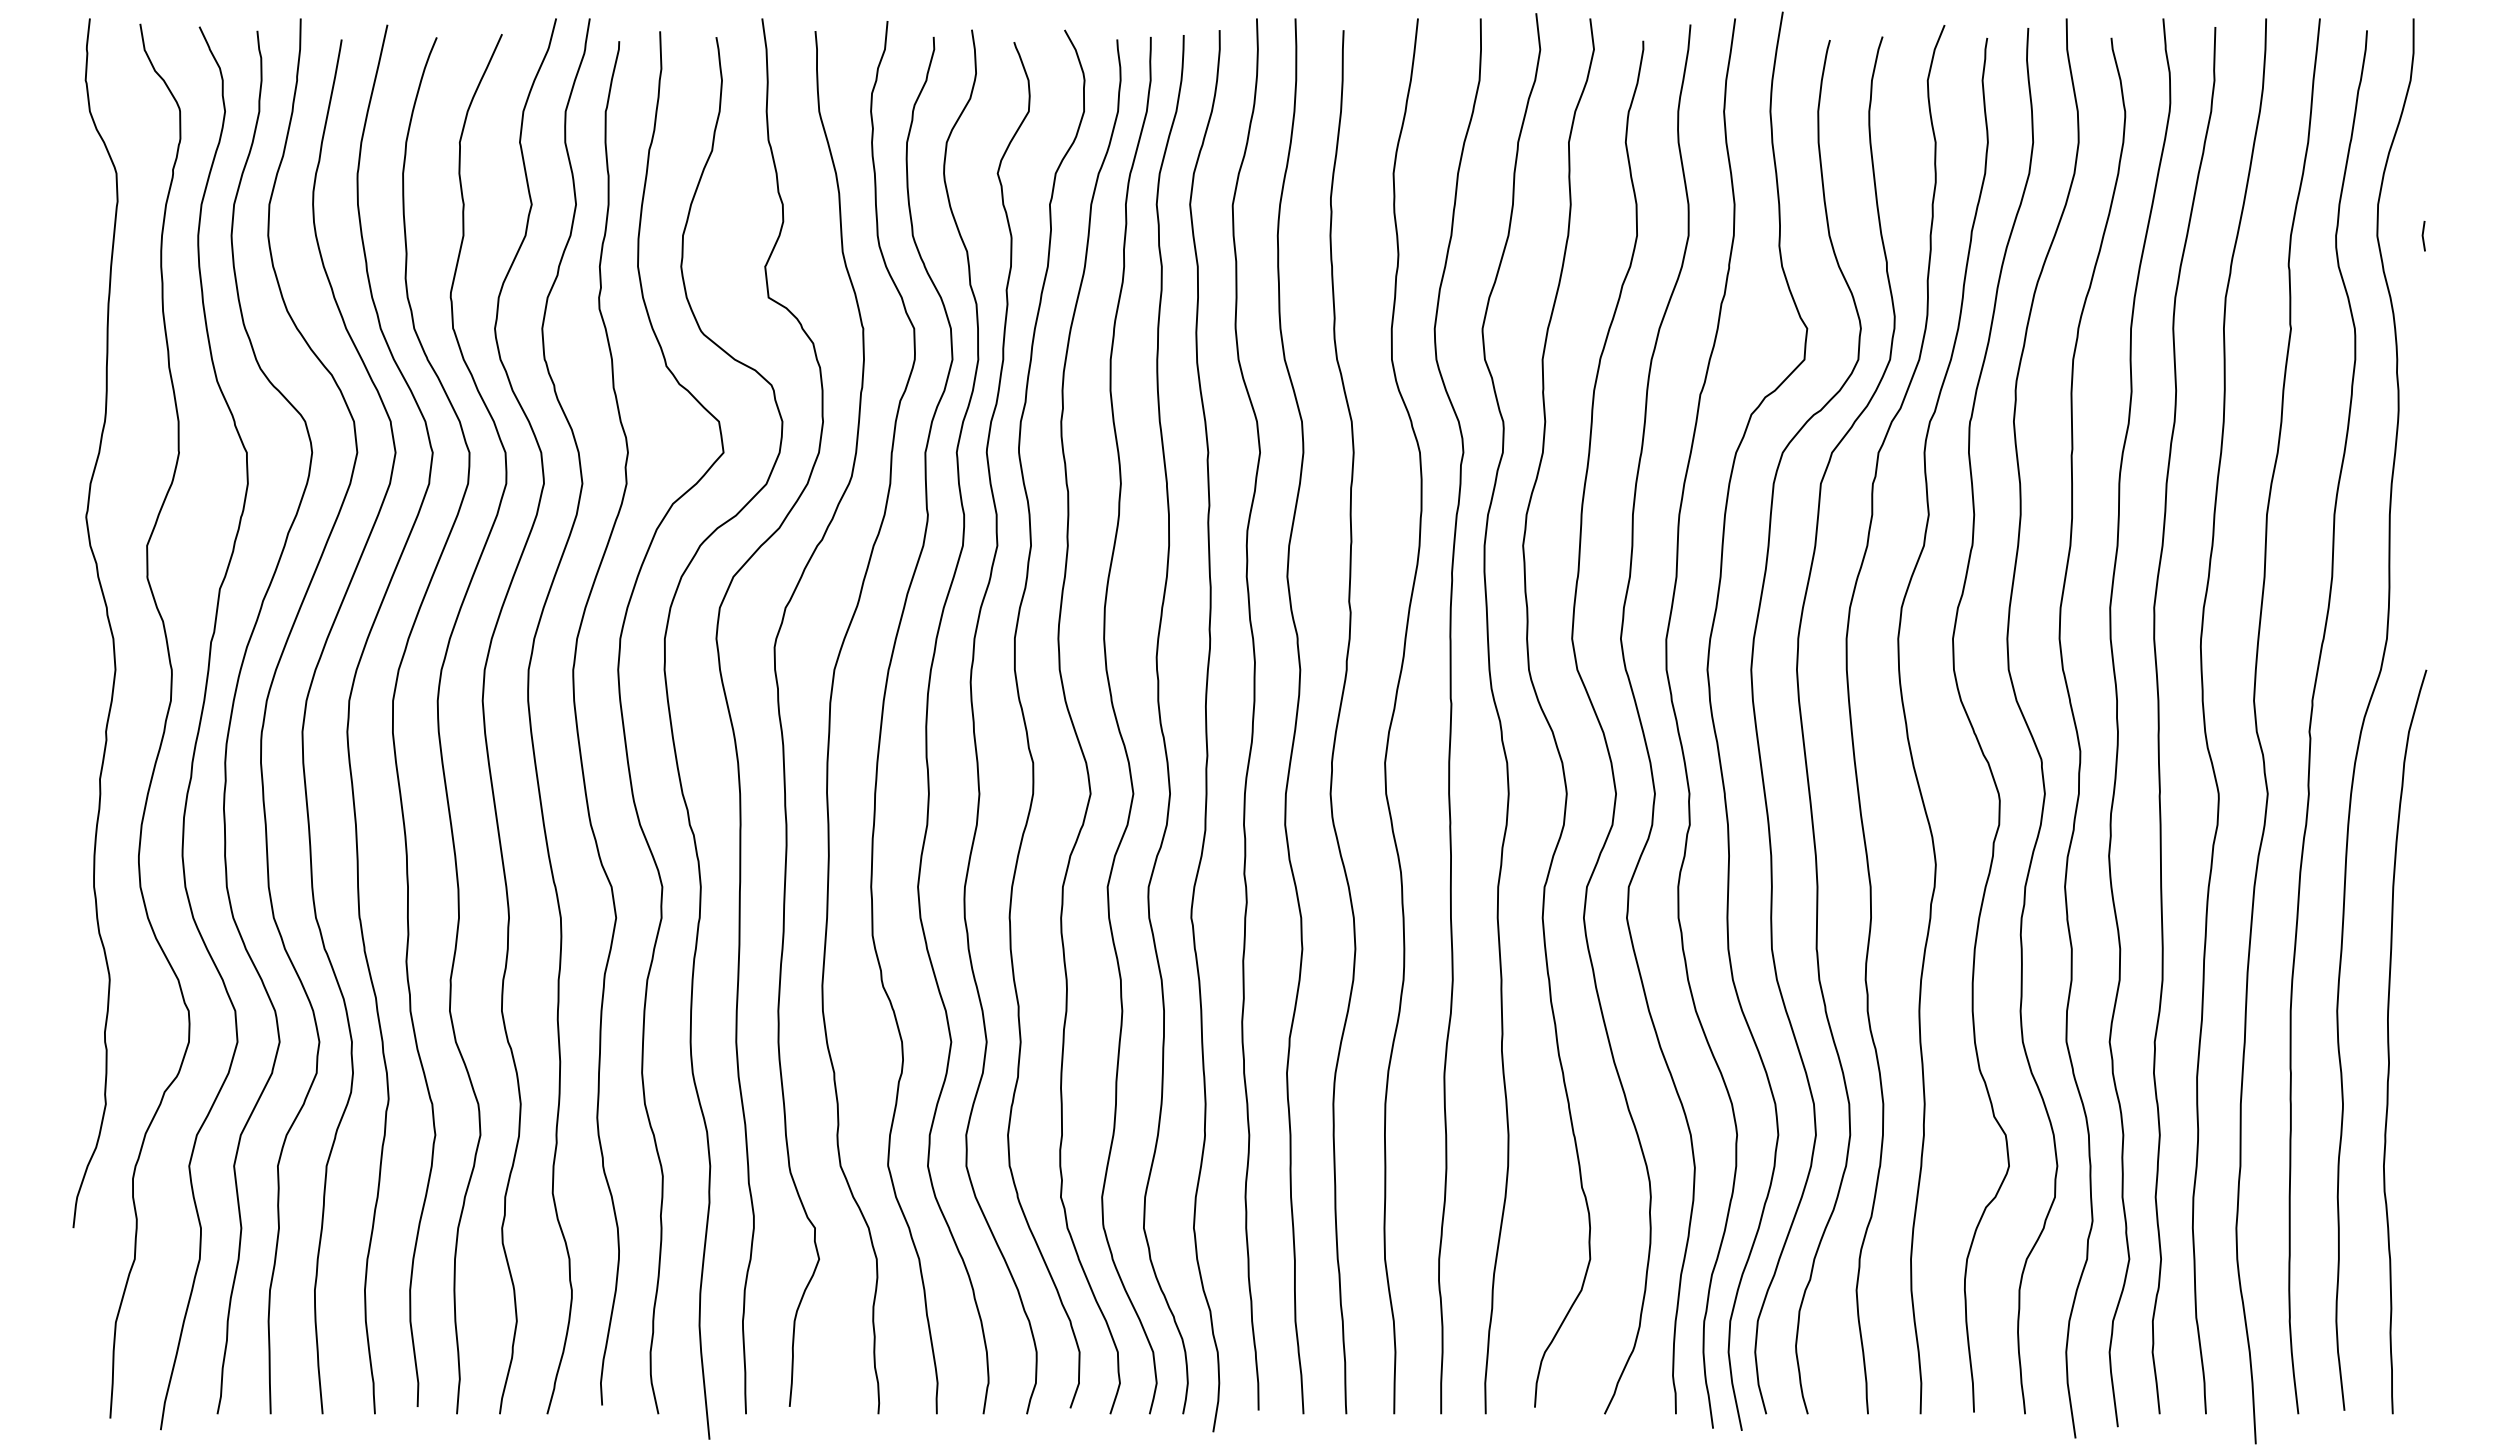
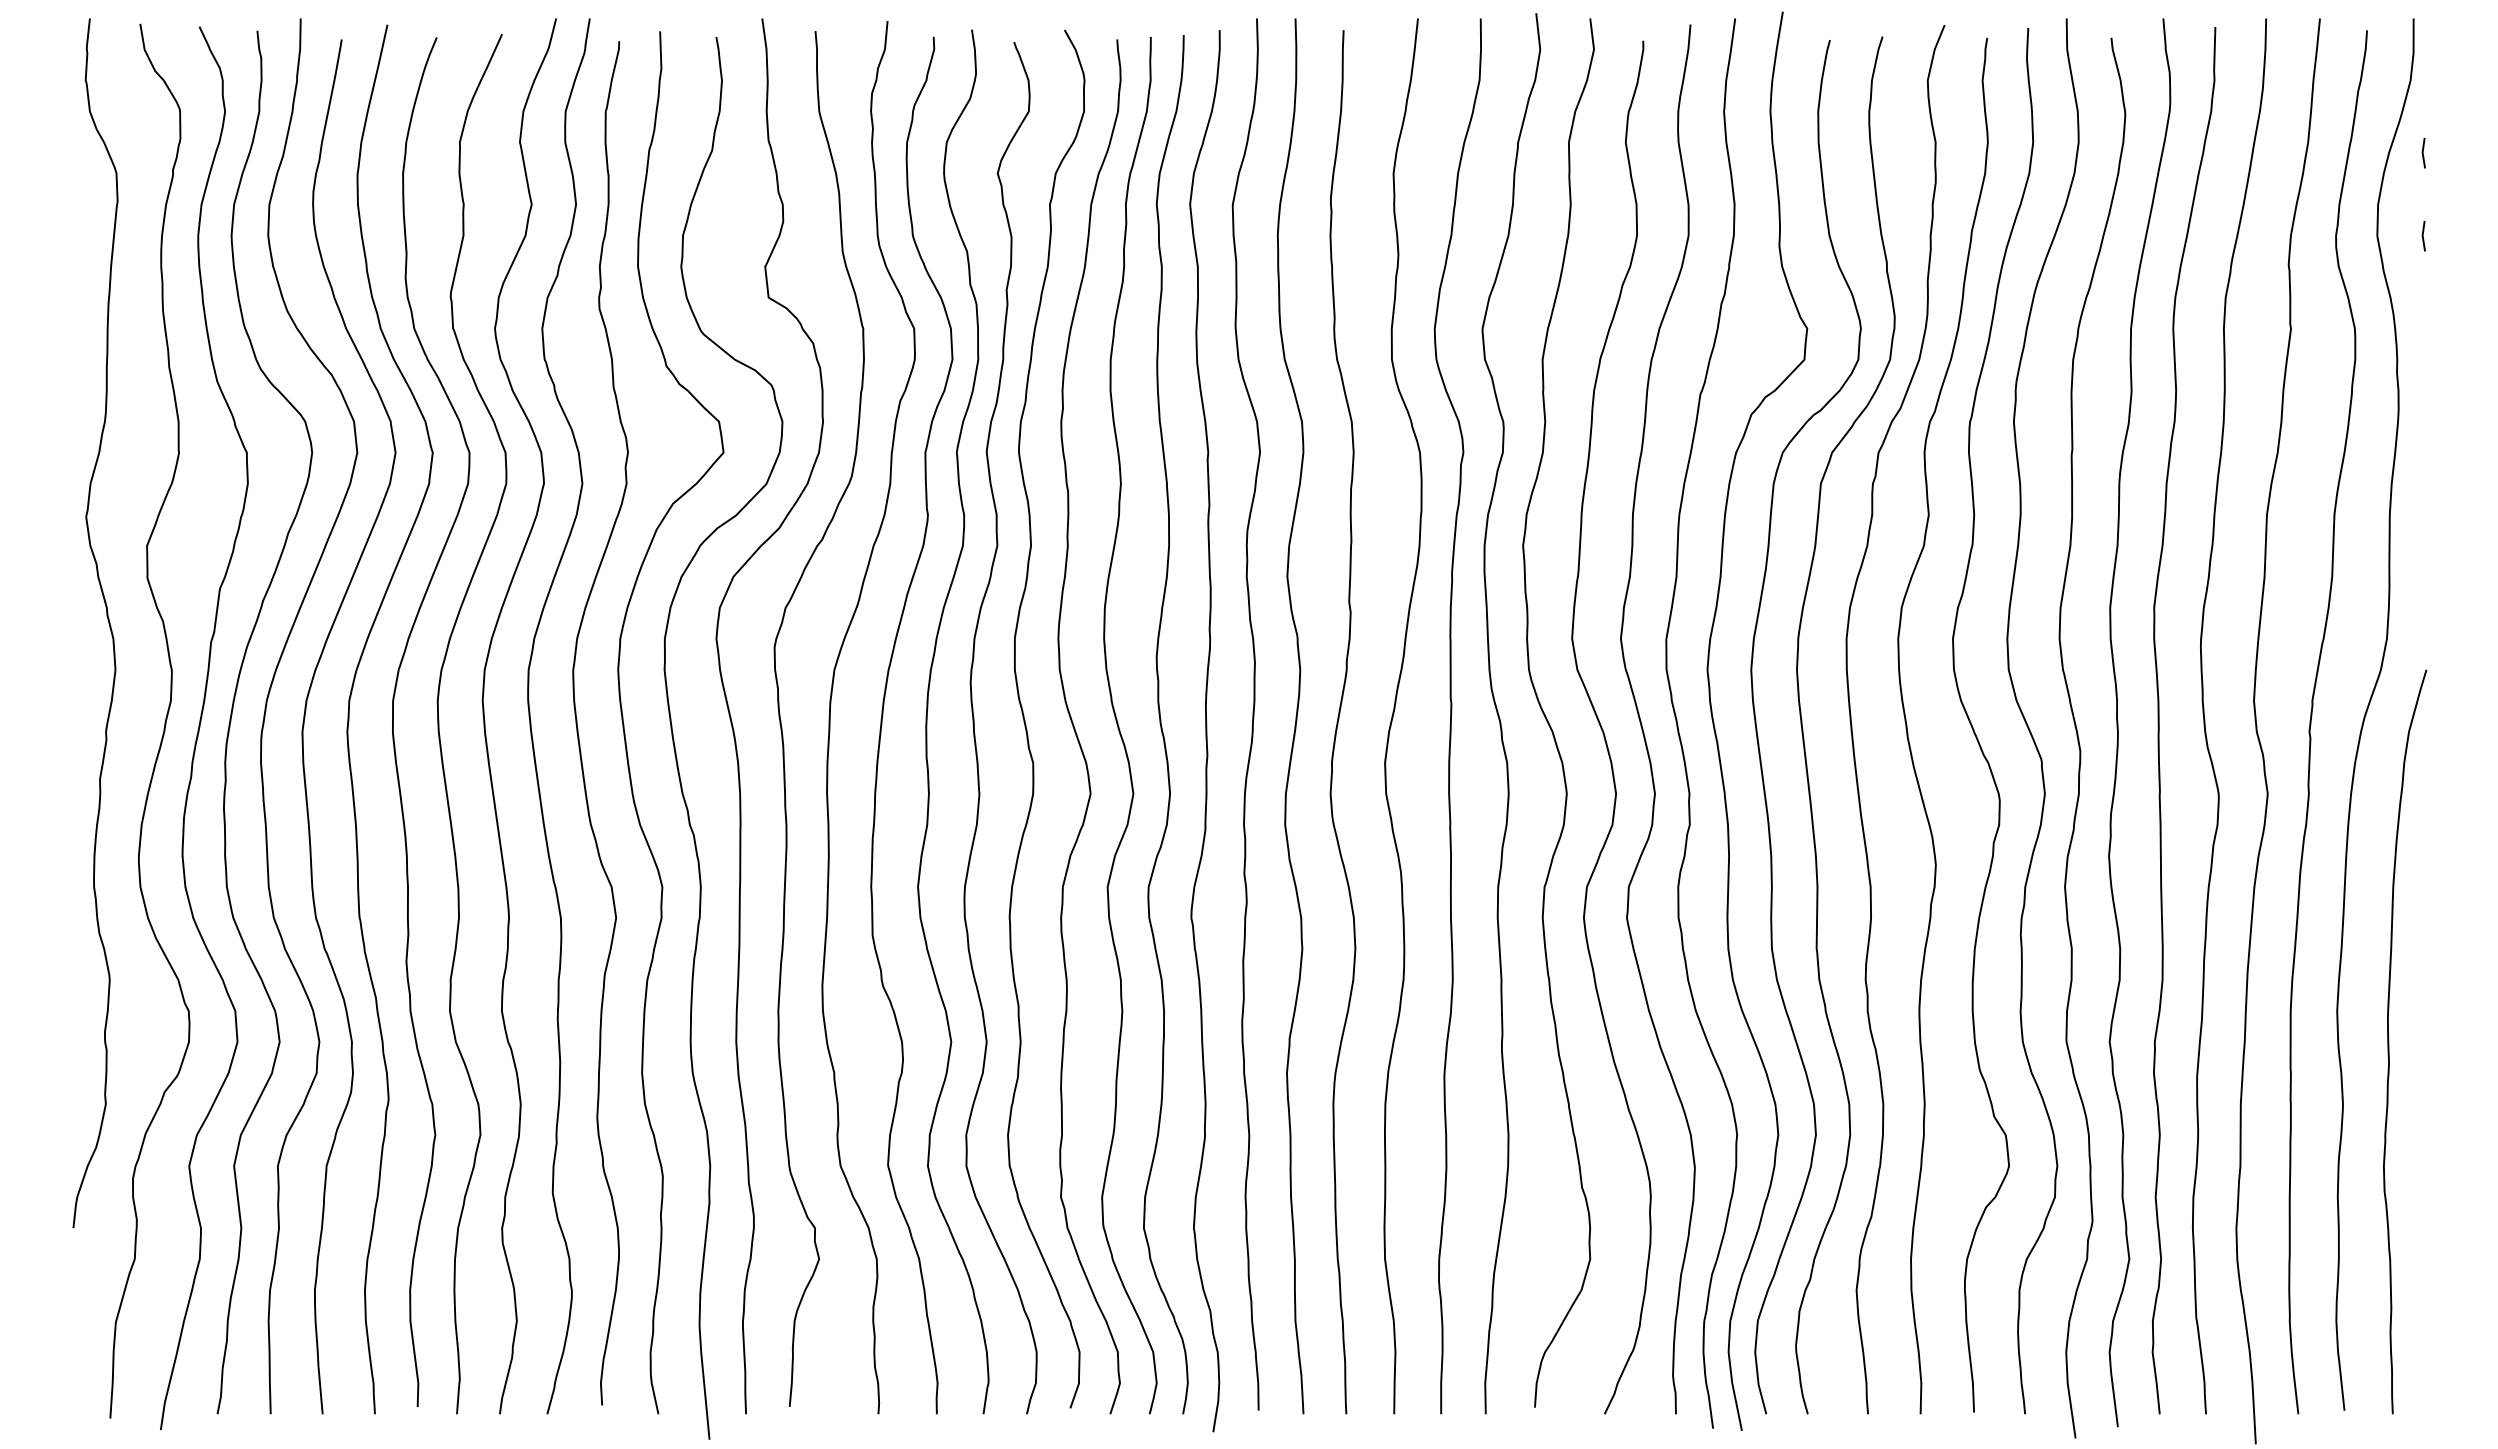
line at (2423, 152): none -> present
